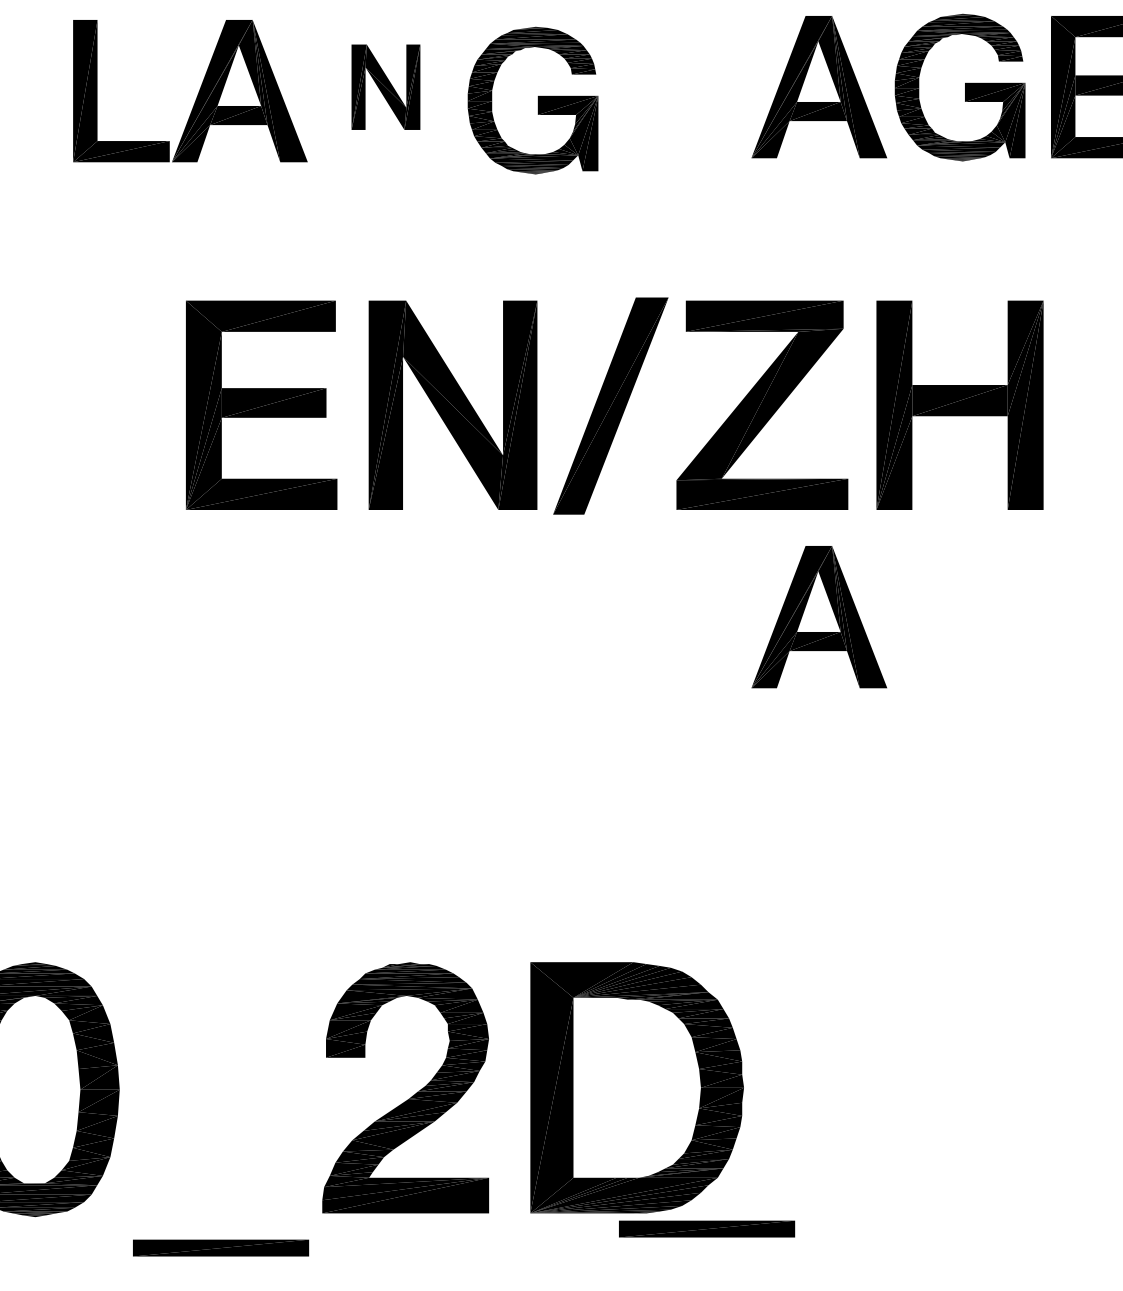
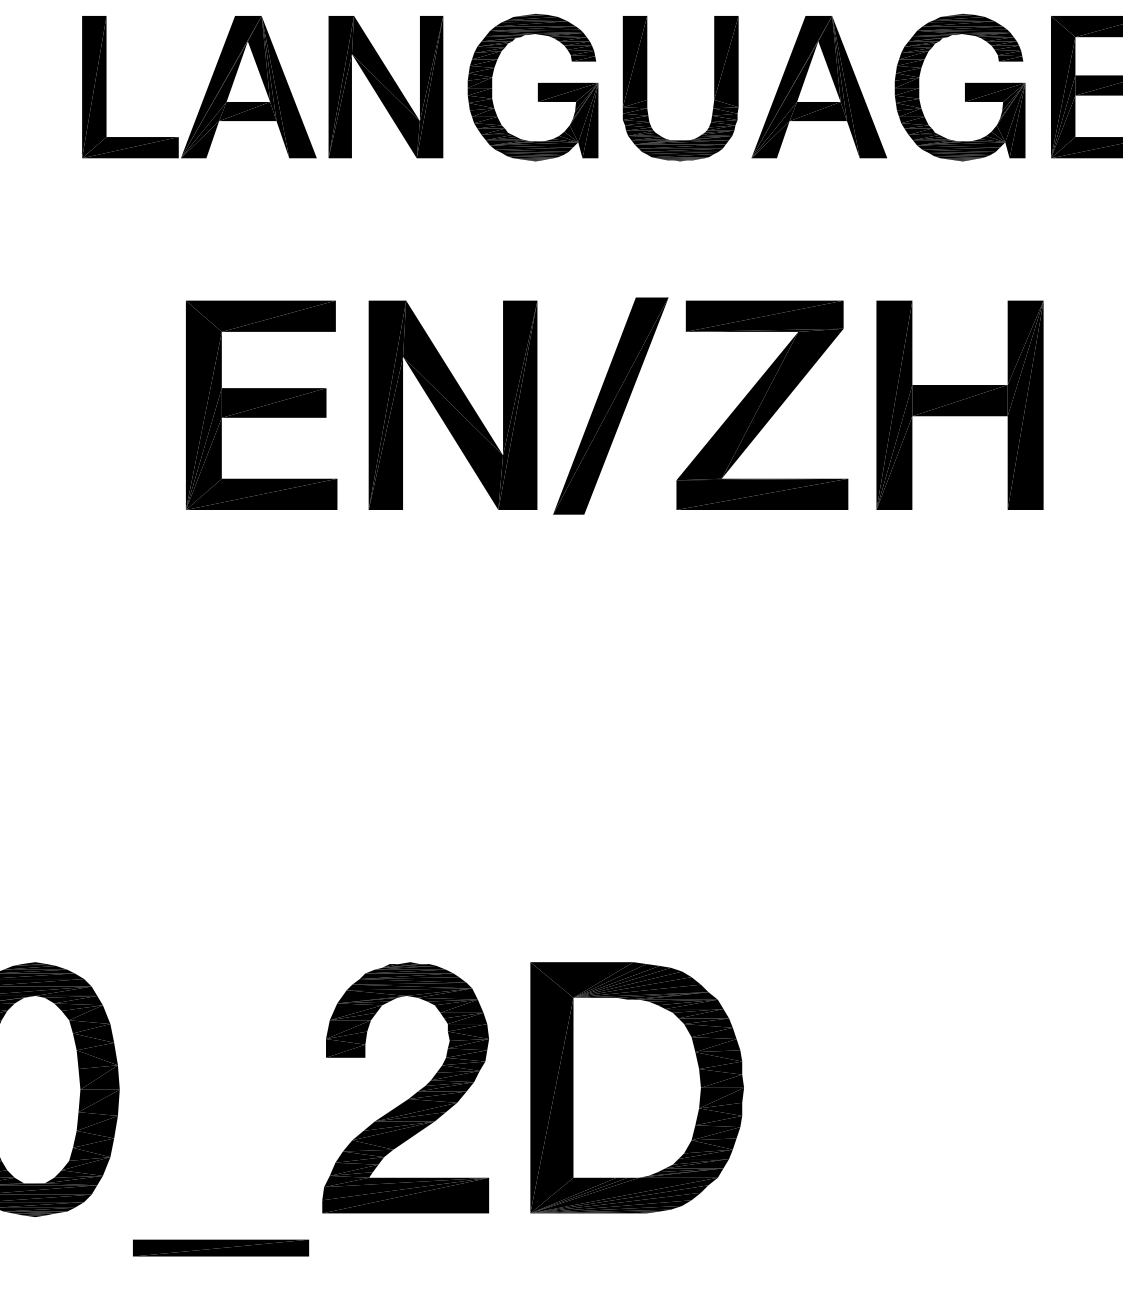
part at (385, 86) size: 70x86 px -> 116x143 px
part at (647, 88): none -> present
part at (197, 94) position: (197, 94) -> (206, 90)
part at (532, 100) position: (532, 100) -> (532, 87)
part at (818, 617): present -> none
part at (707, 1228): present -> none
